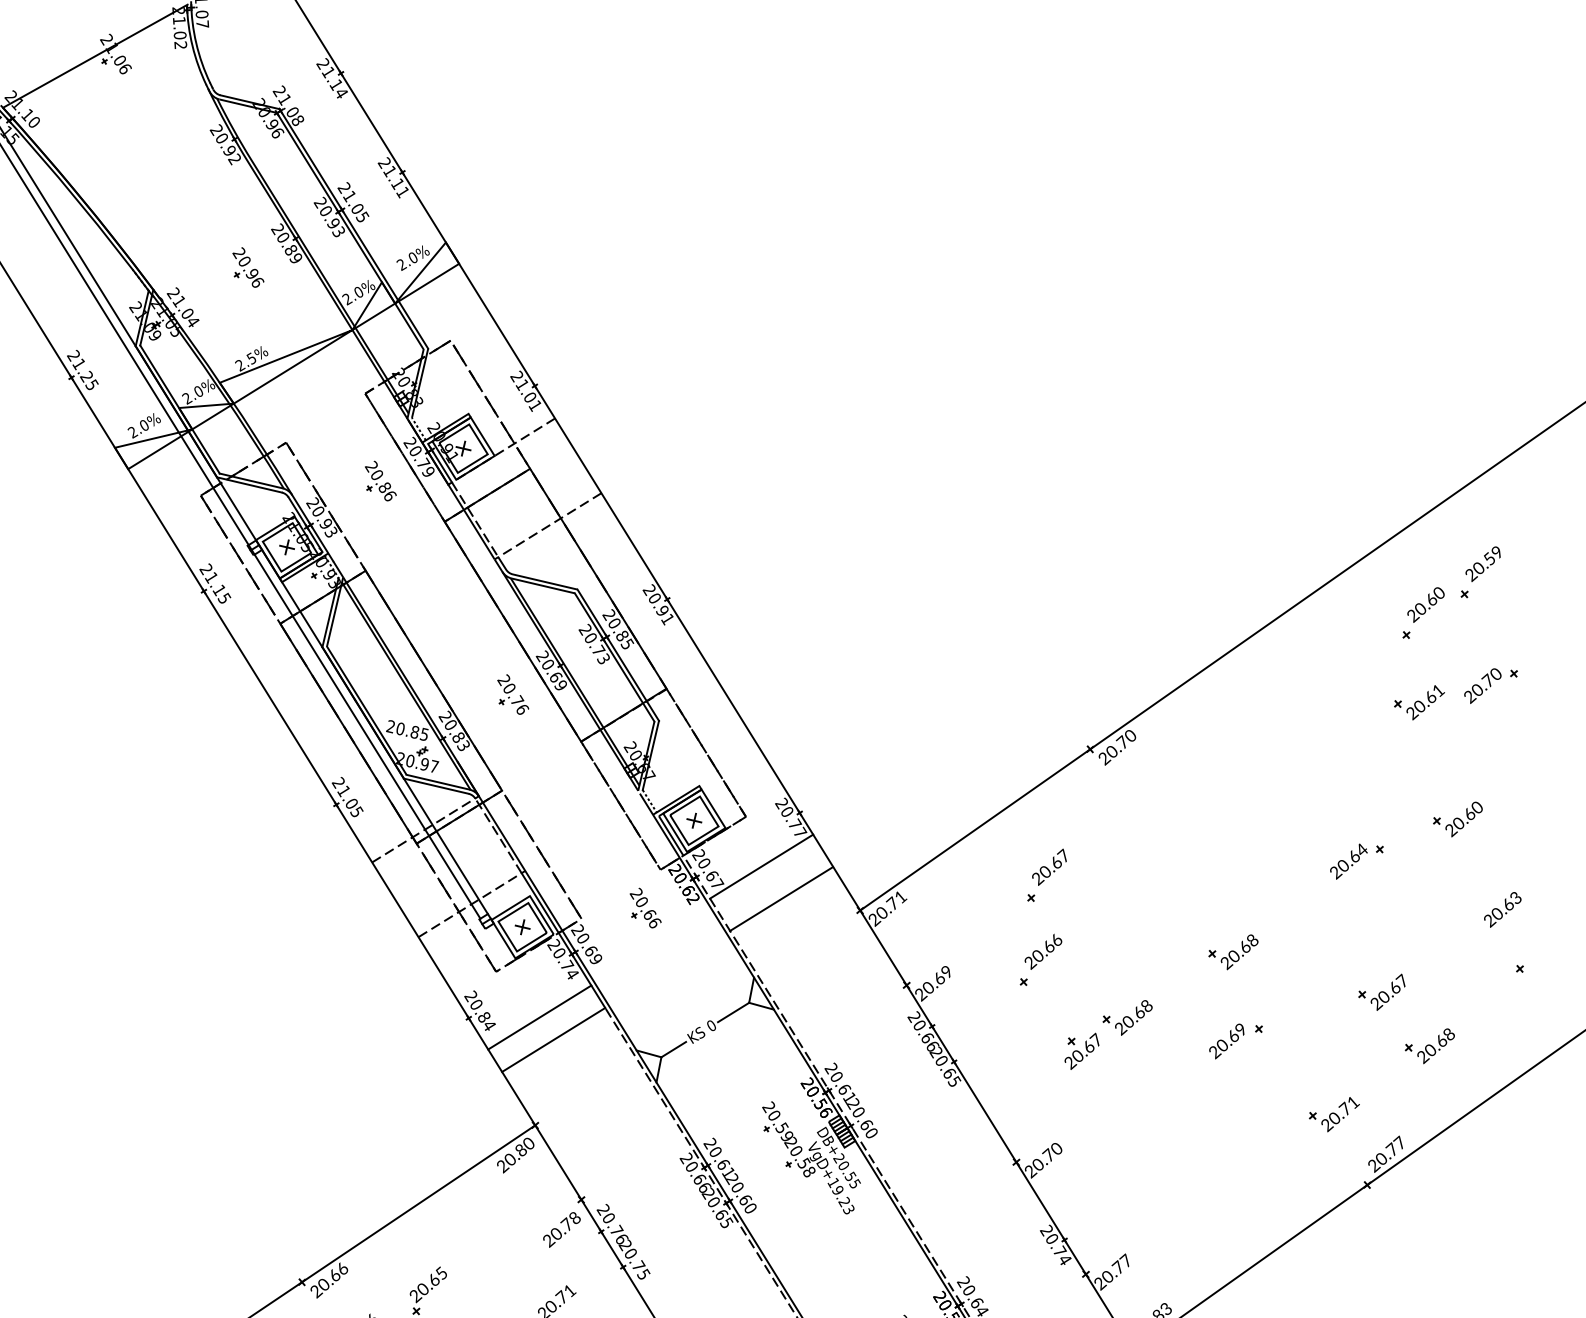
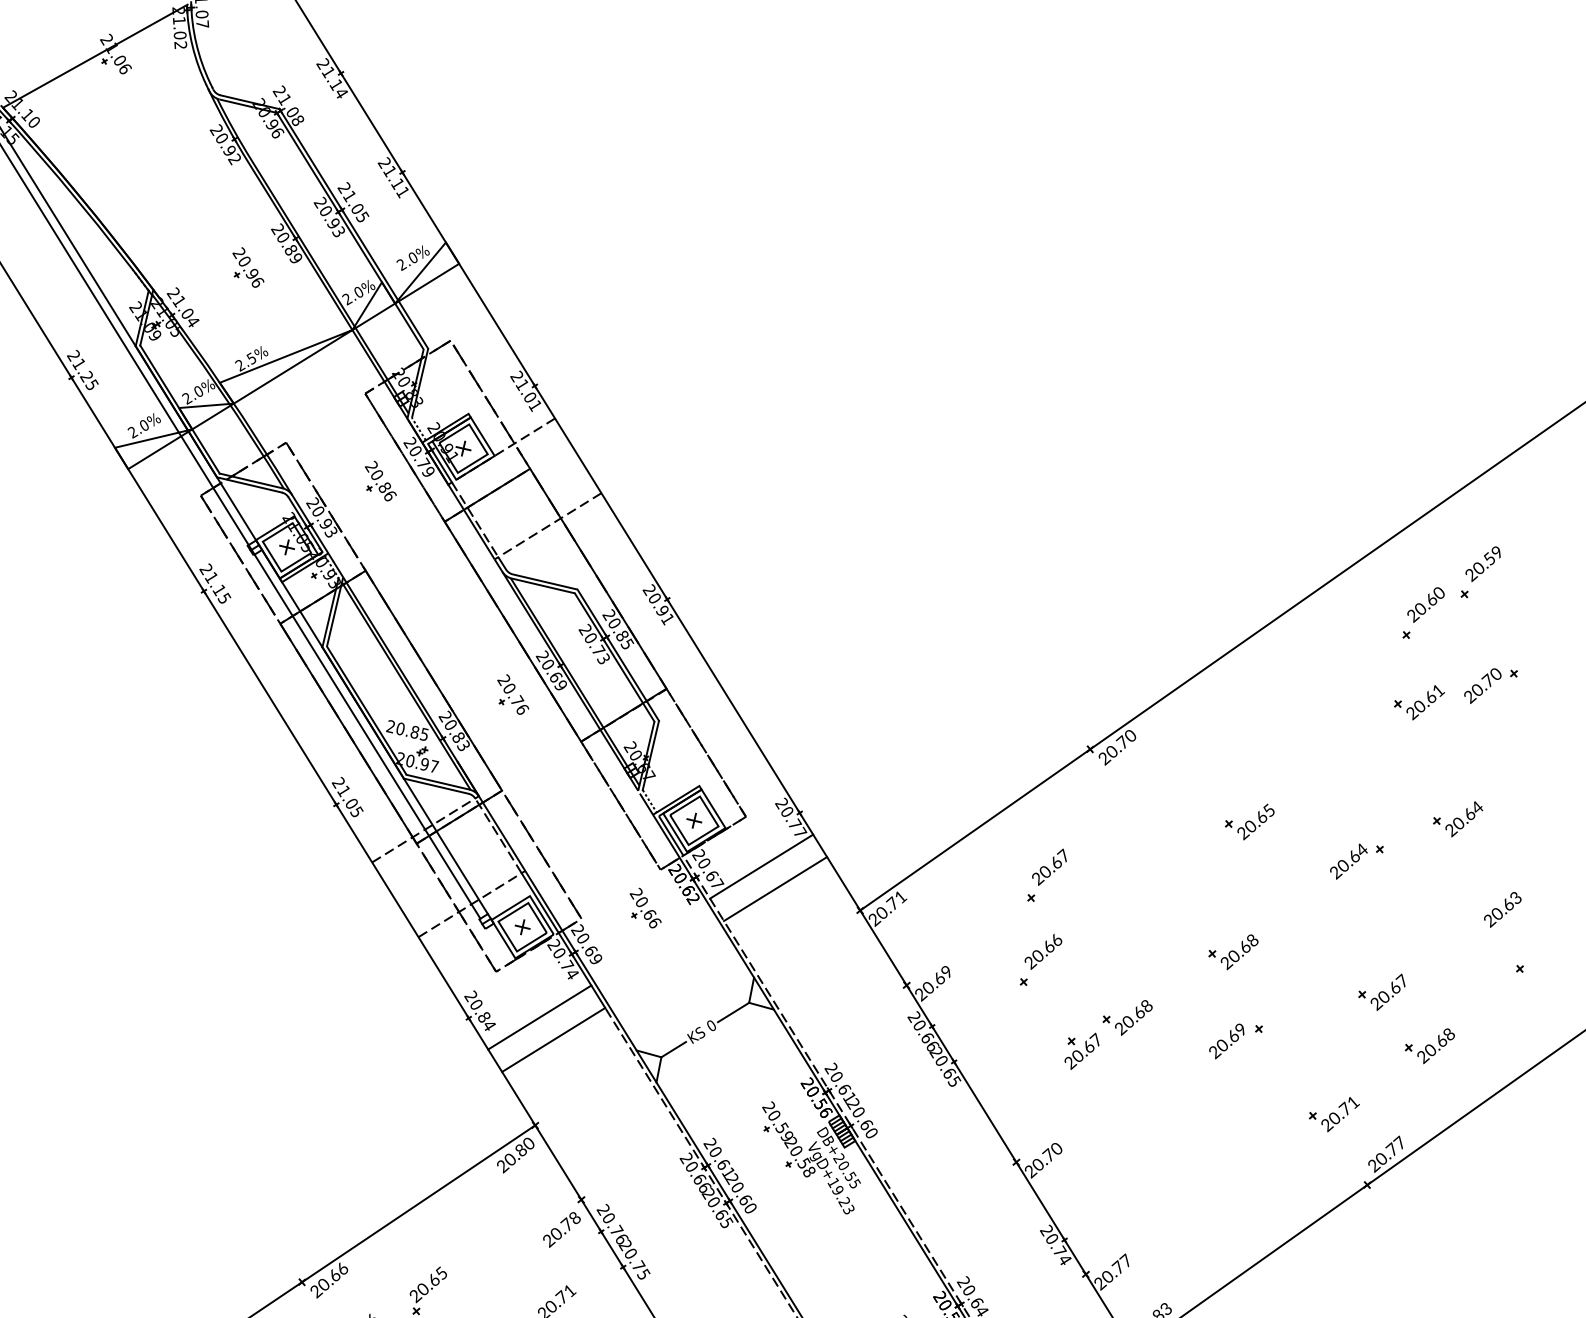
text at (1477, 807): 20.60 -> 20.64
part at (1249, 821): none -> present
line at (781, 899) position: (781, 899) -> (775, 889)
